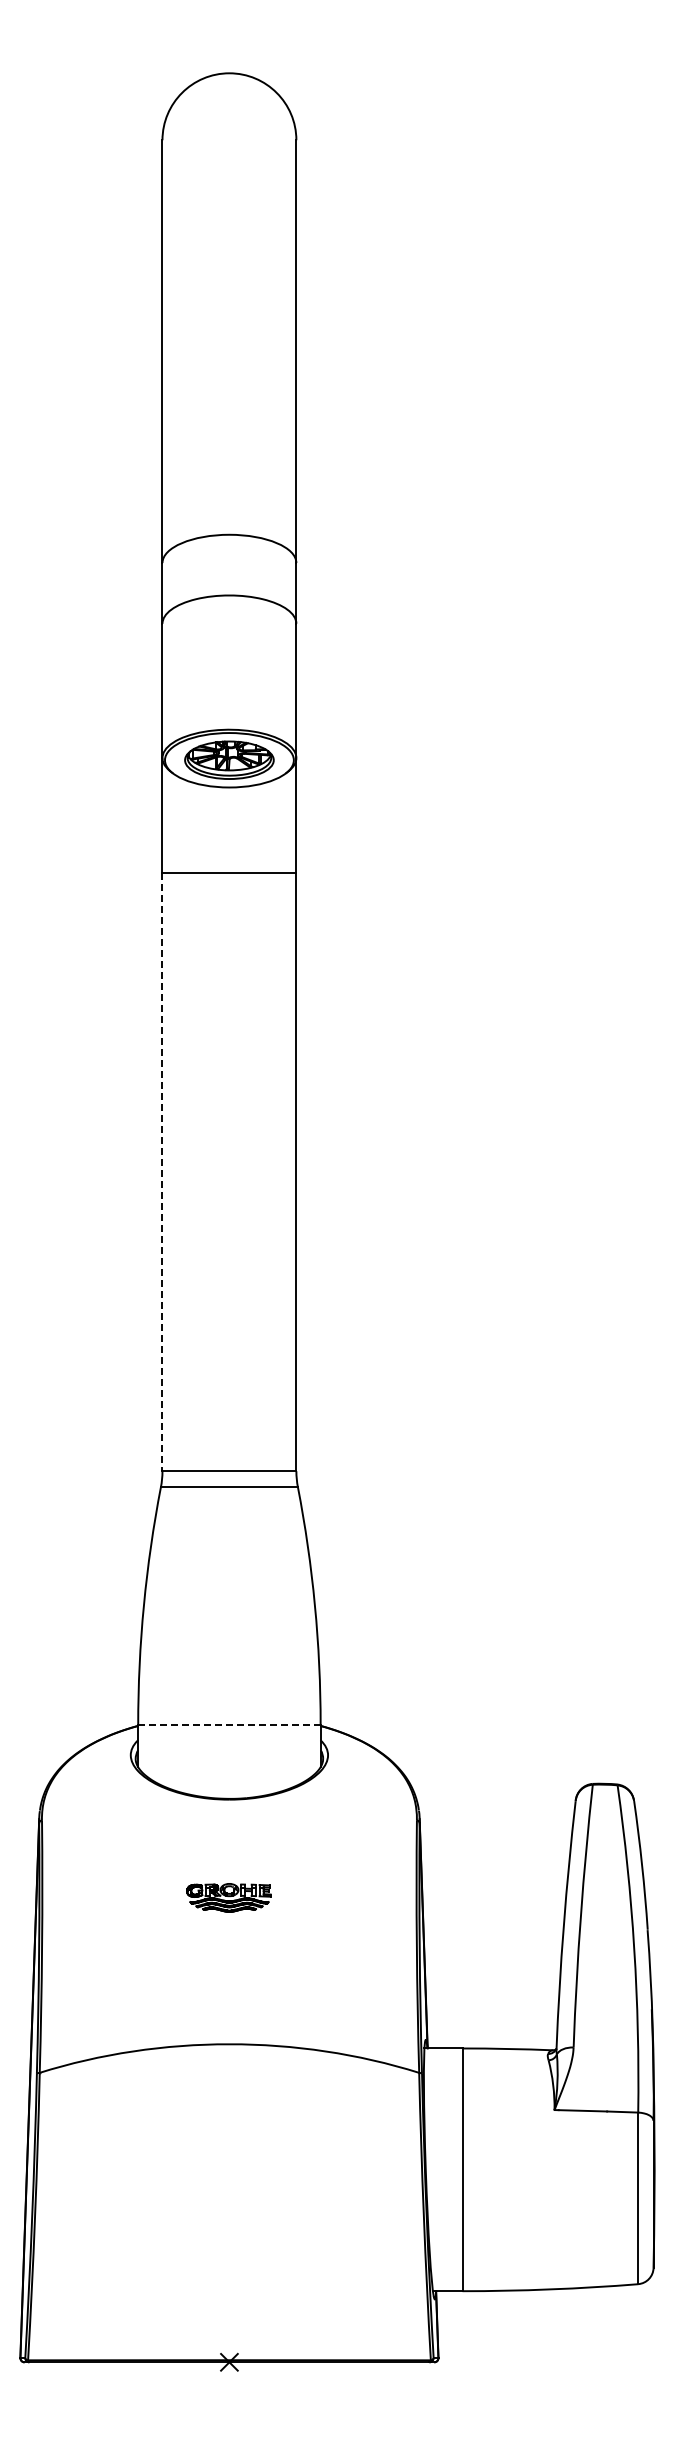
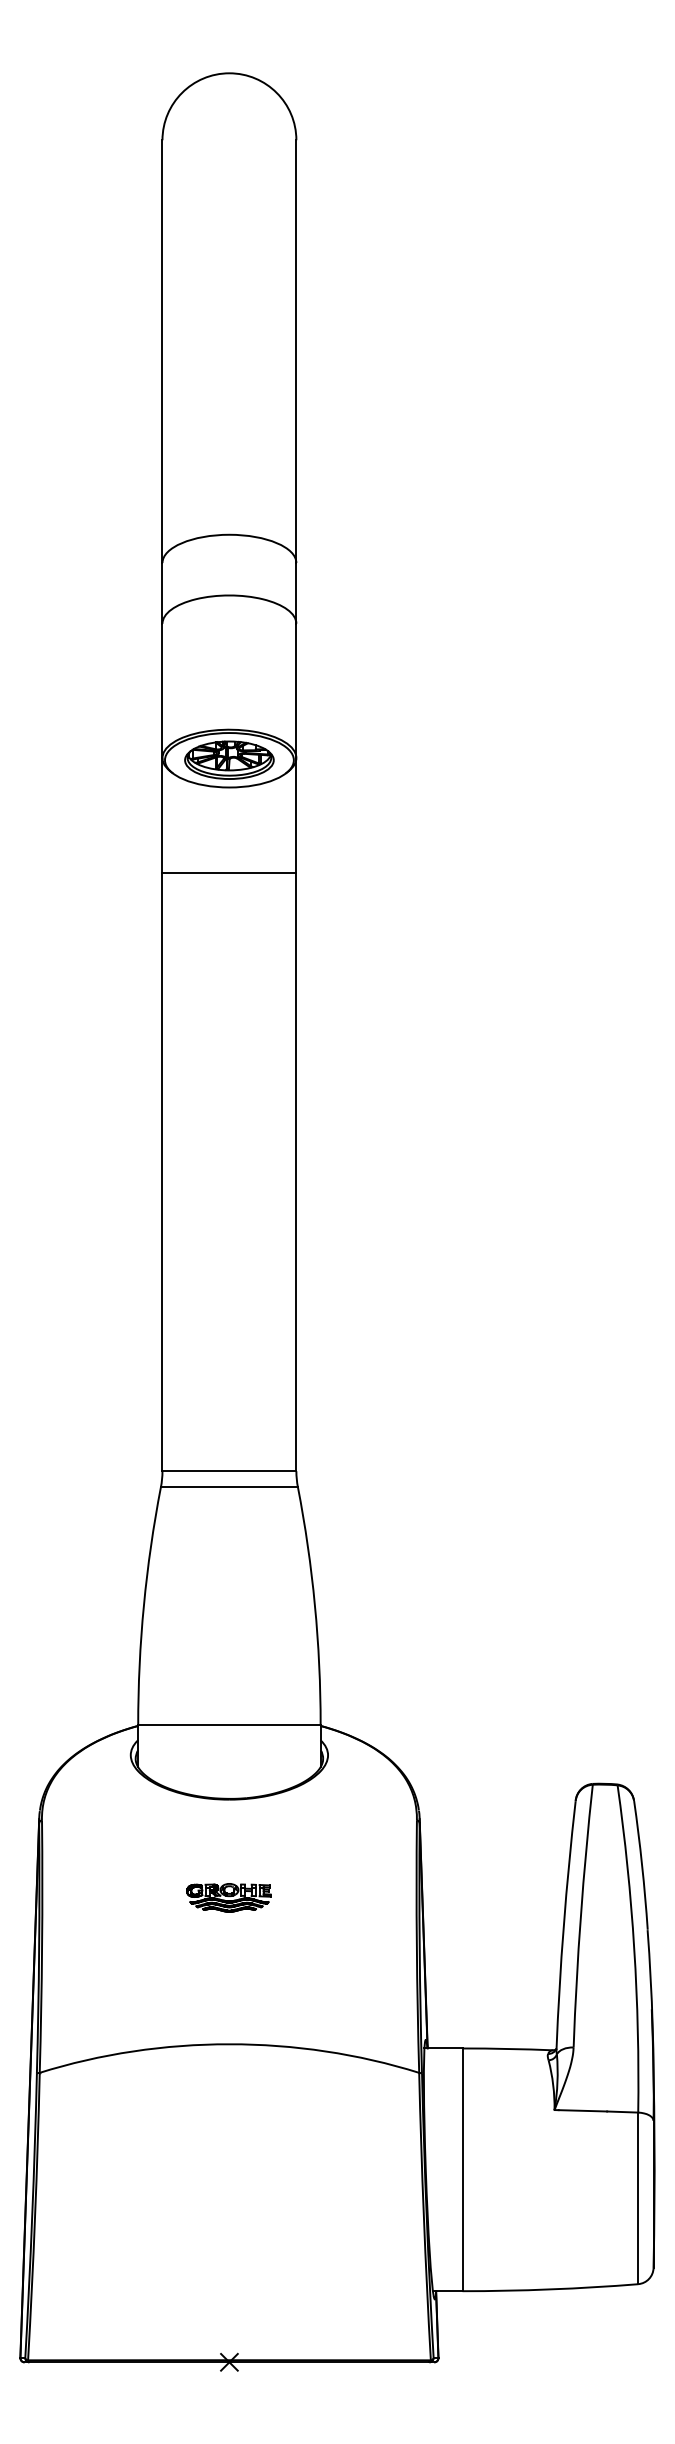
line at (162, 1172): dashed -> solid
line at (229, 1725): dashed -> solid
